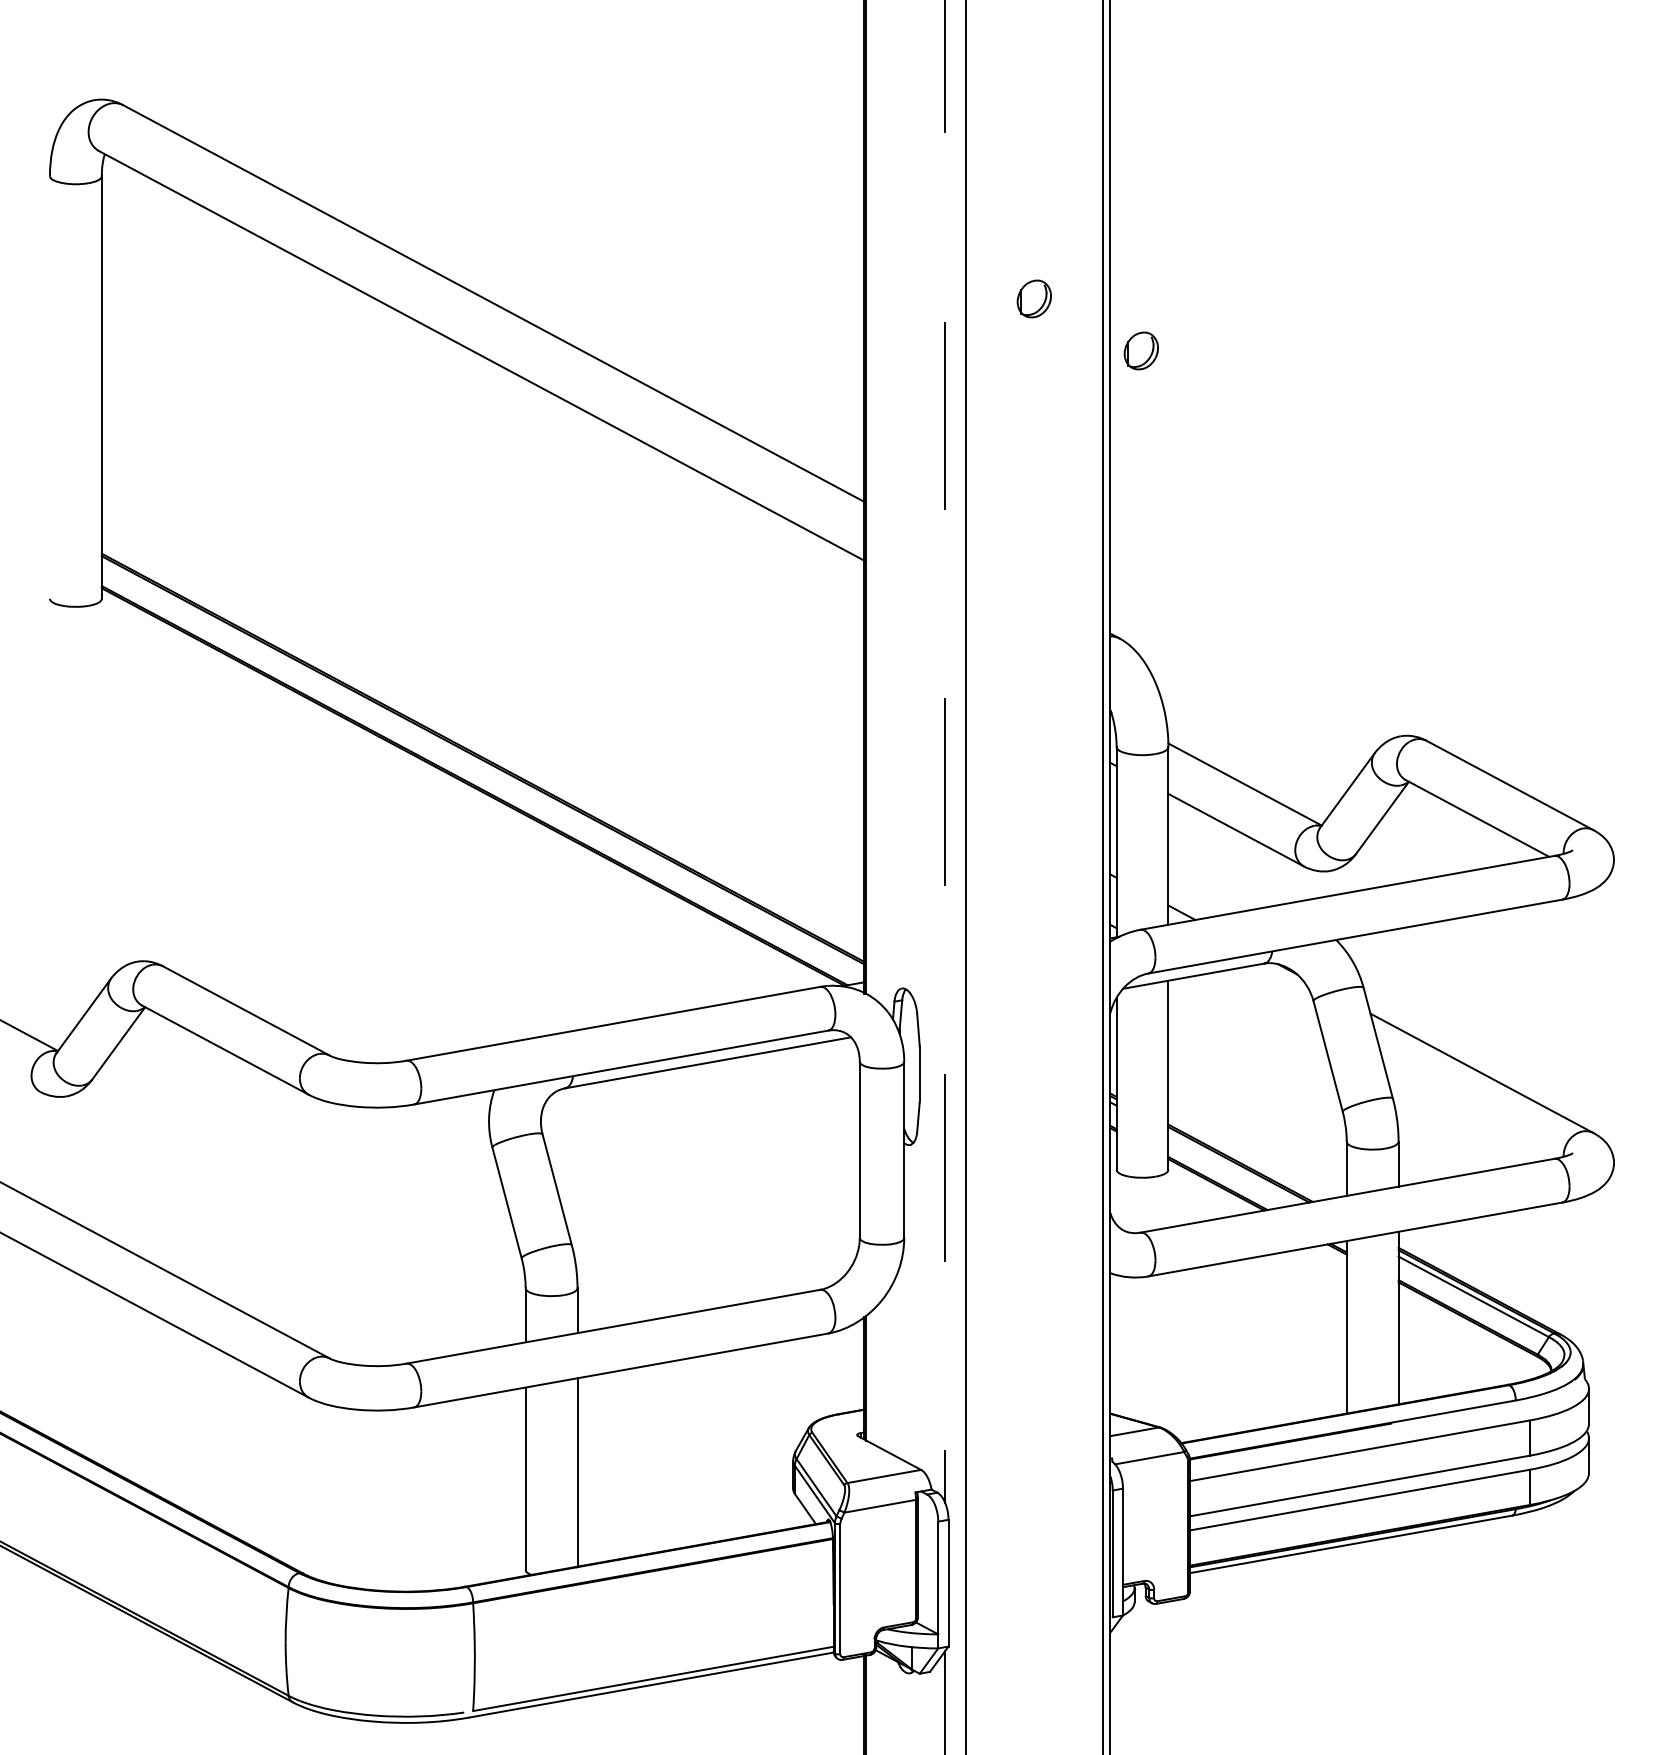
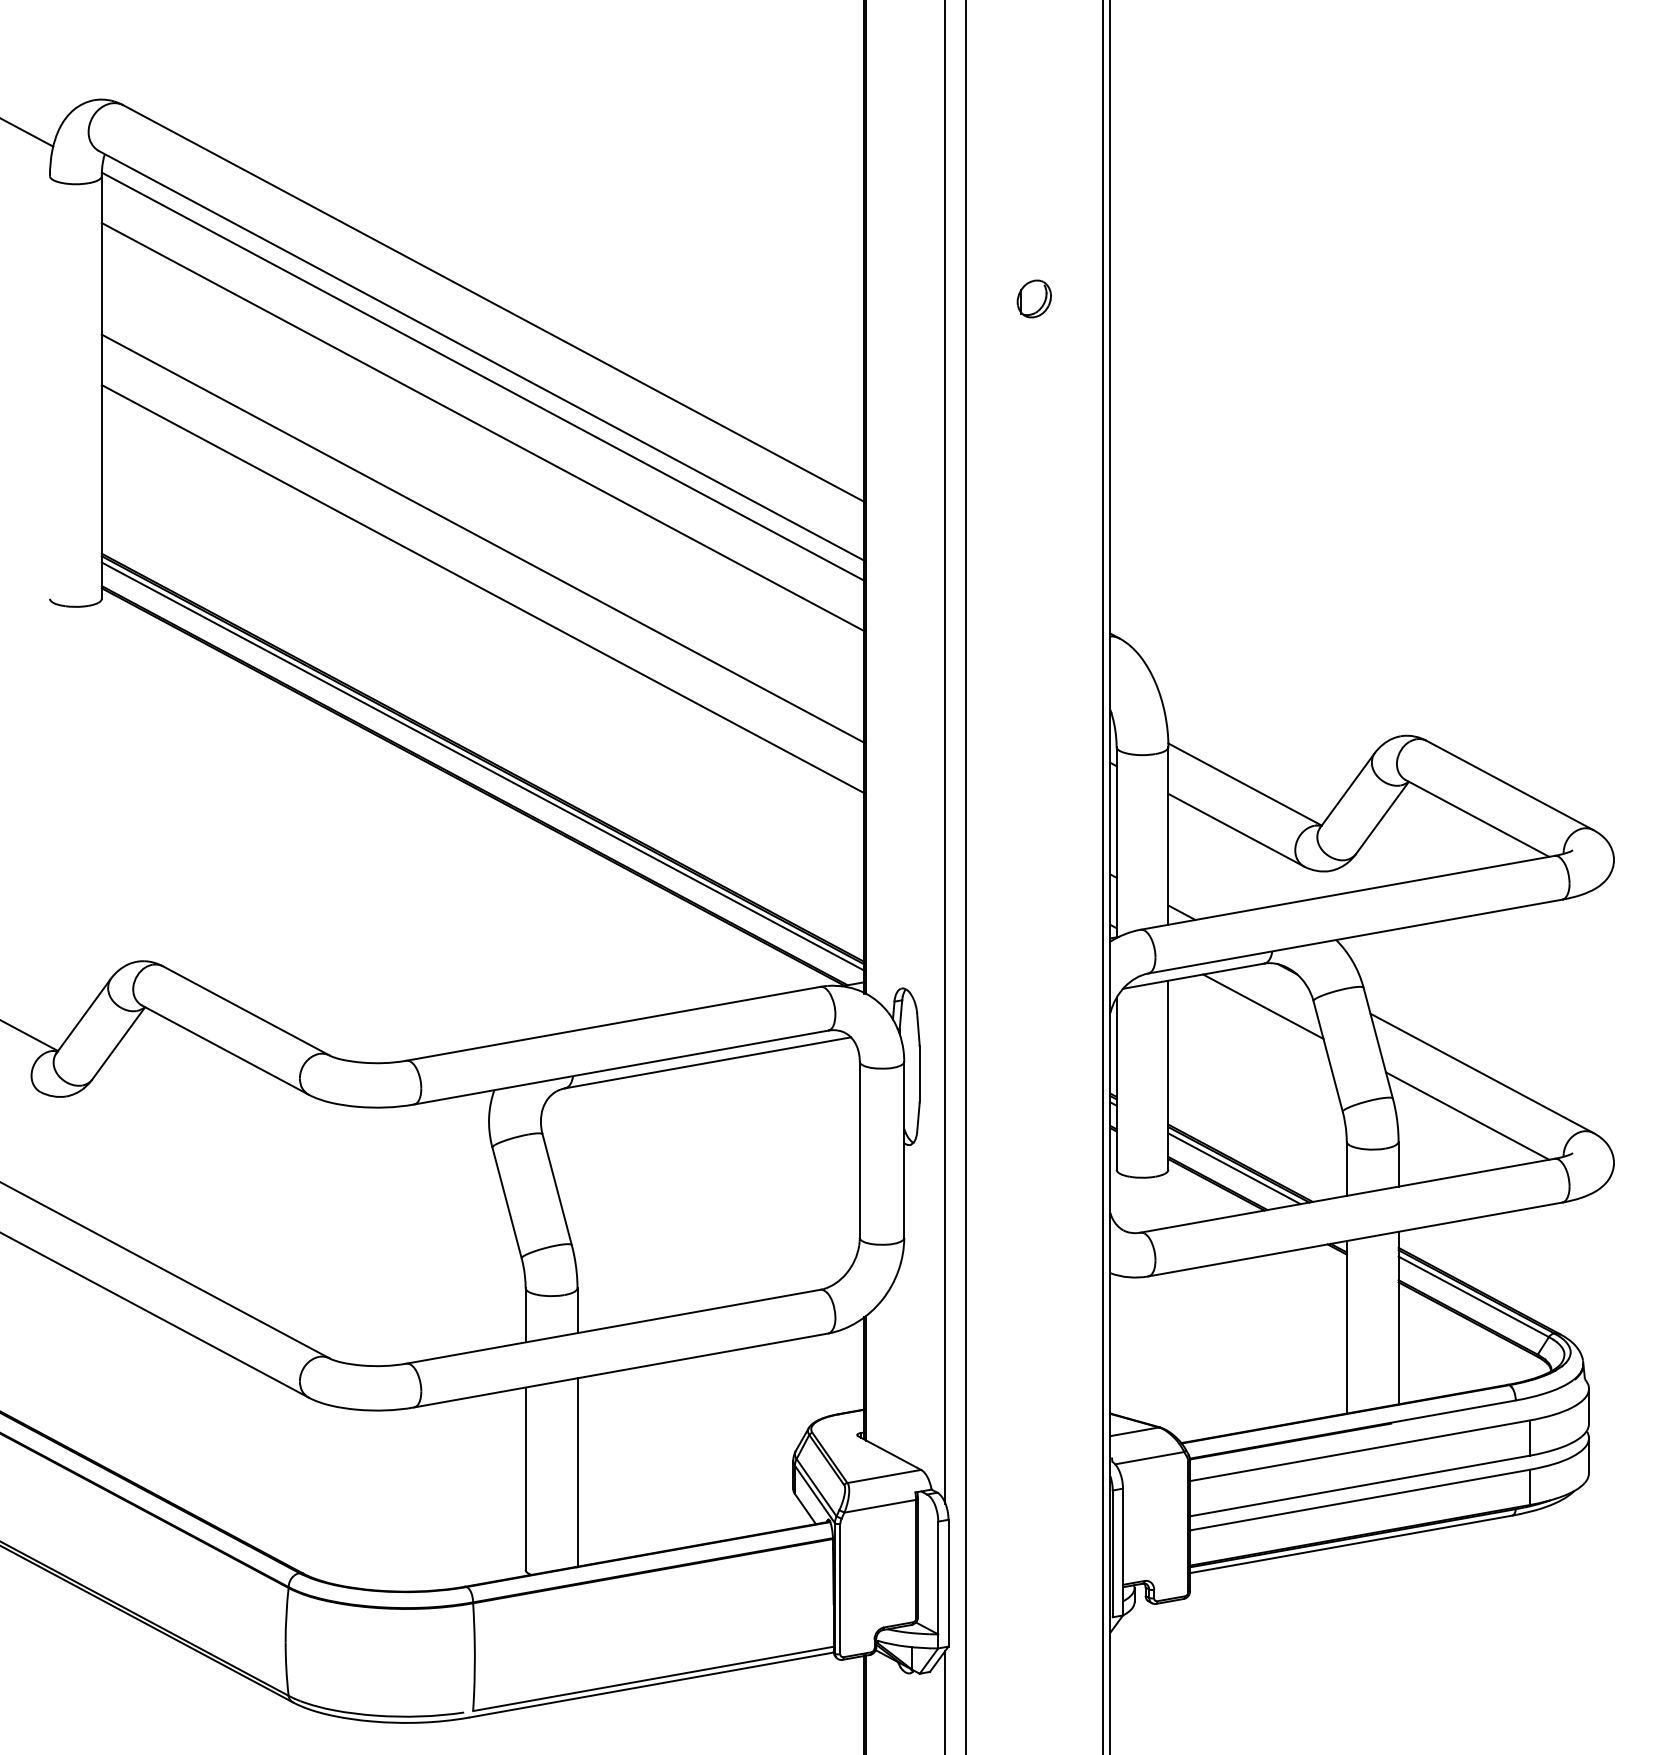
line at (27, 132): none -> present
part at (1140, 350): present -> none
line at (482, 376): none -> present
line at (482, 427): none -> present
line at (482, 538): none -> present
line at (482, 589): none -> present
line at (945, 752): dashed -> solid
line at (482, 766): none -> present
line at (1263, 1006): none -> present
line at (1467, 1115): none -> present
line at (1234, 1168): none -> present
